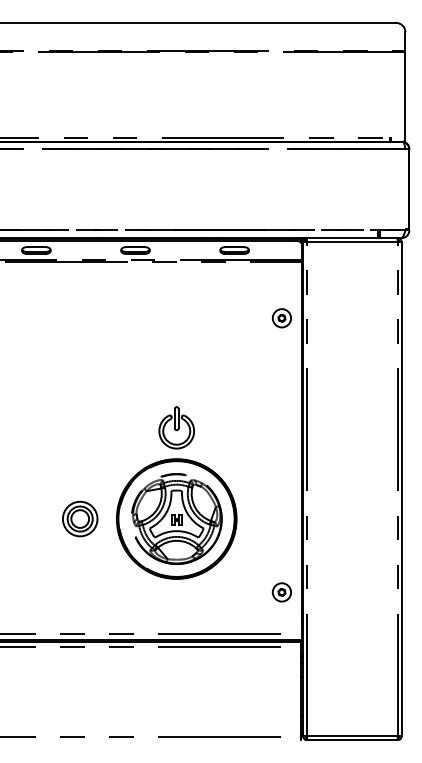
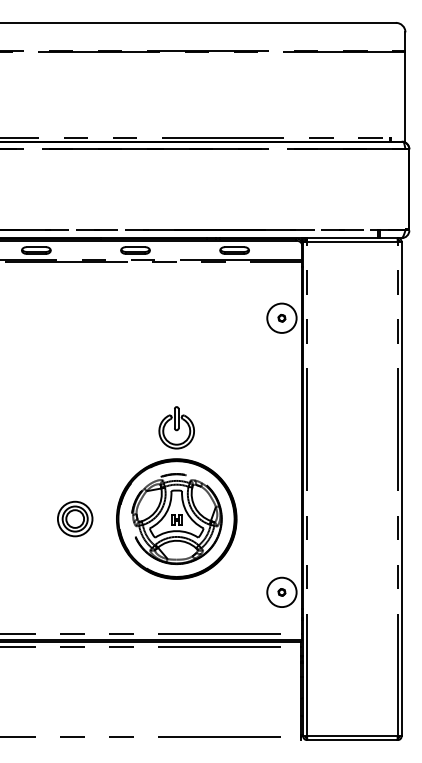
circle at (281, 318) diameter: 18 px -> 29 px
part at (80, 518) position: (80, 518) -> (75, 518)
circle at (281, 592) diameter: 18 px -> 29 px
